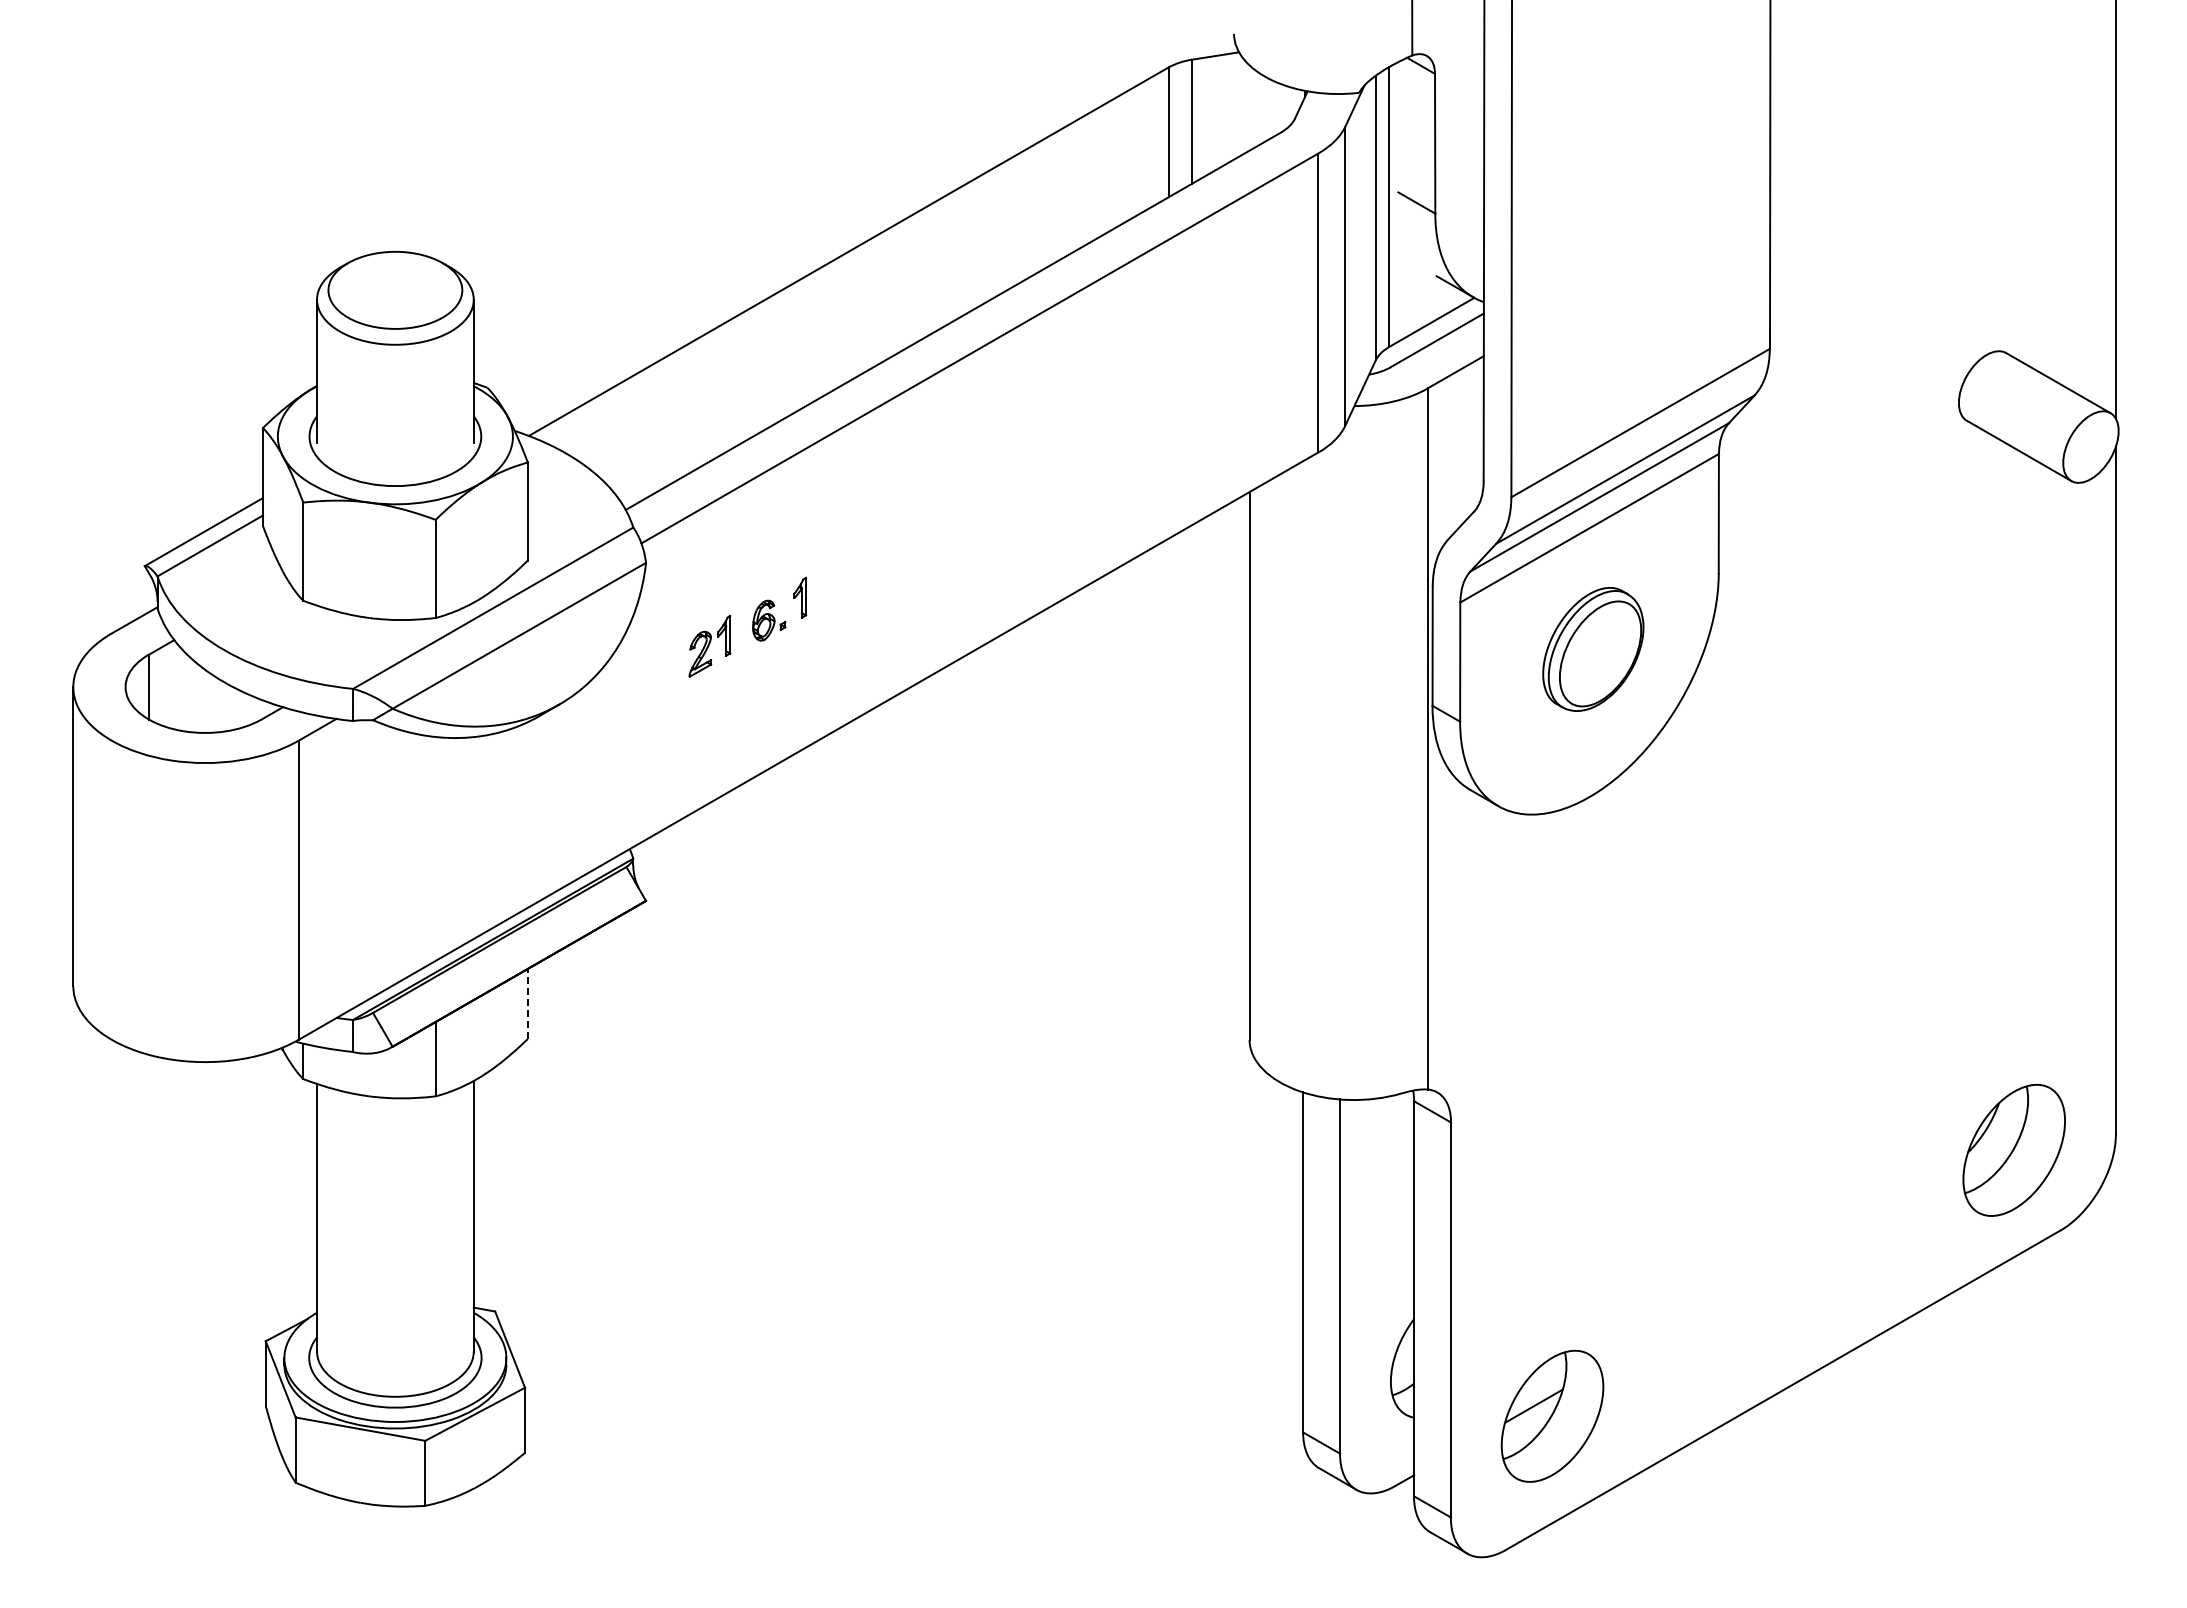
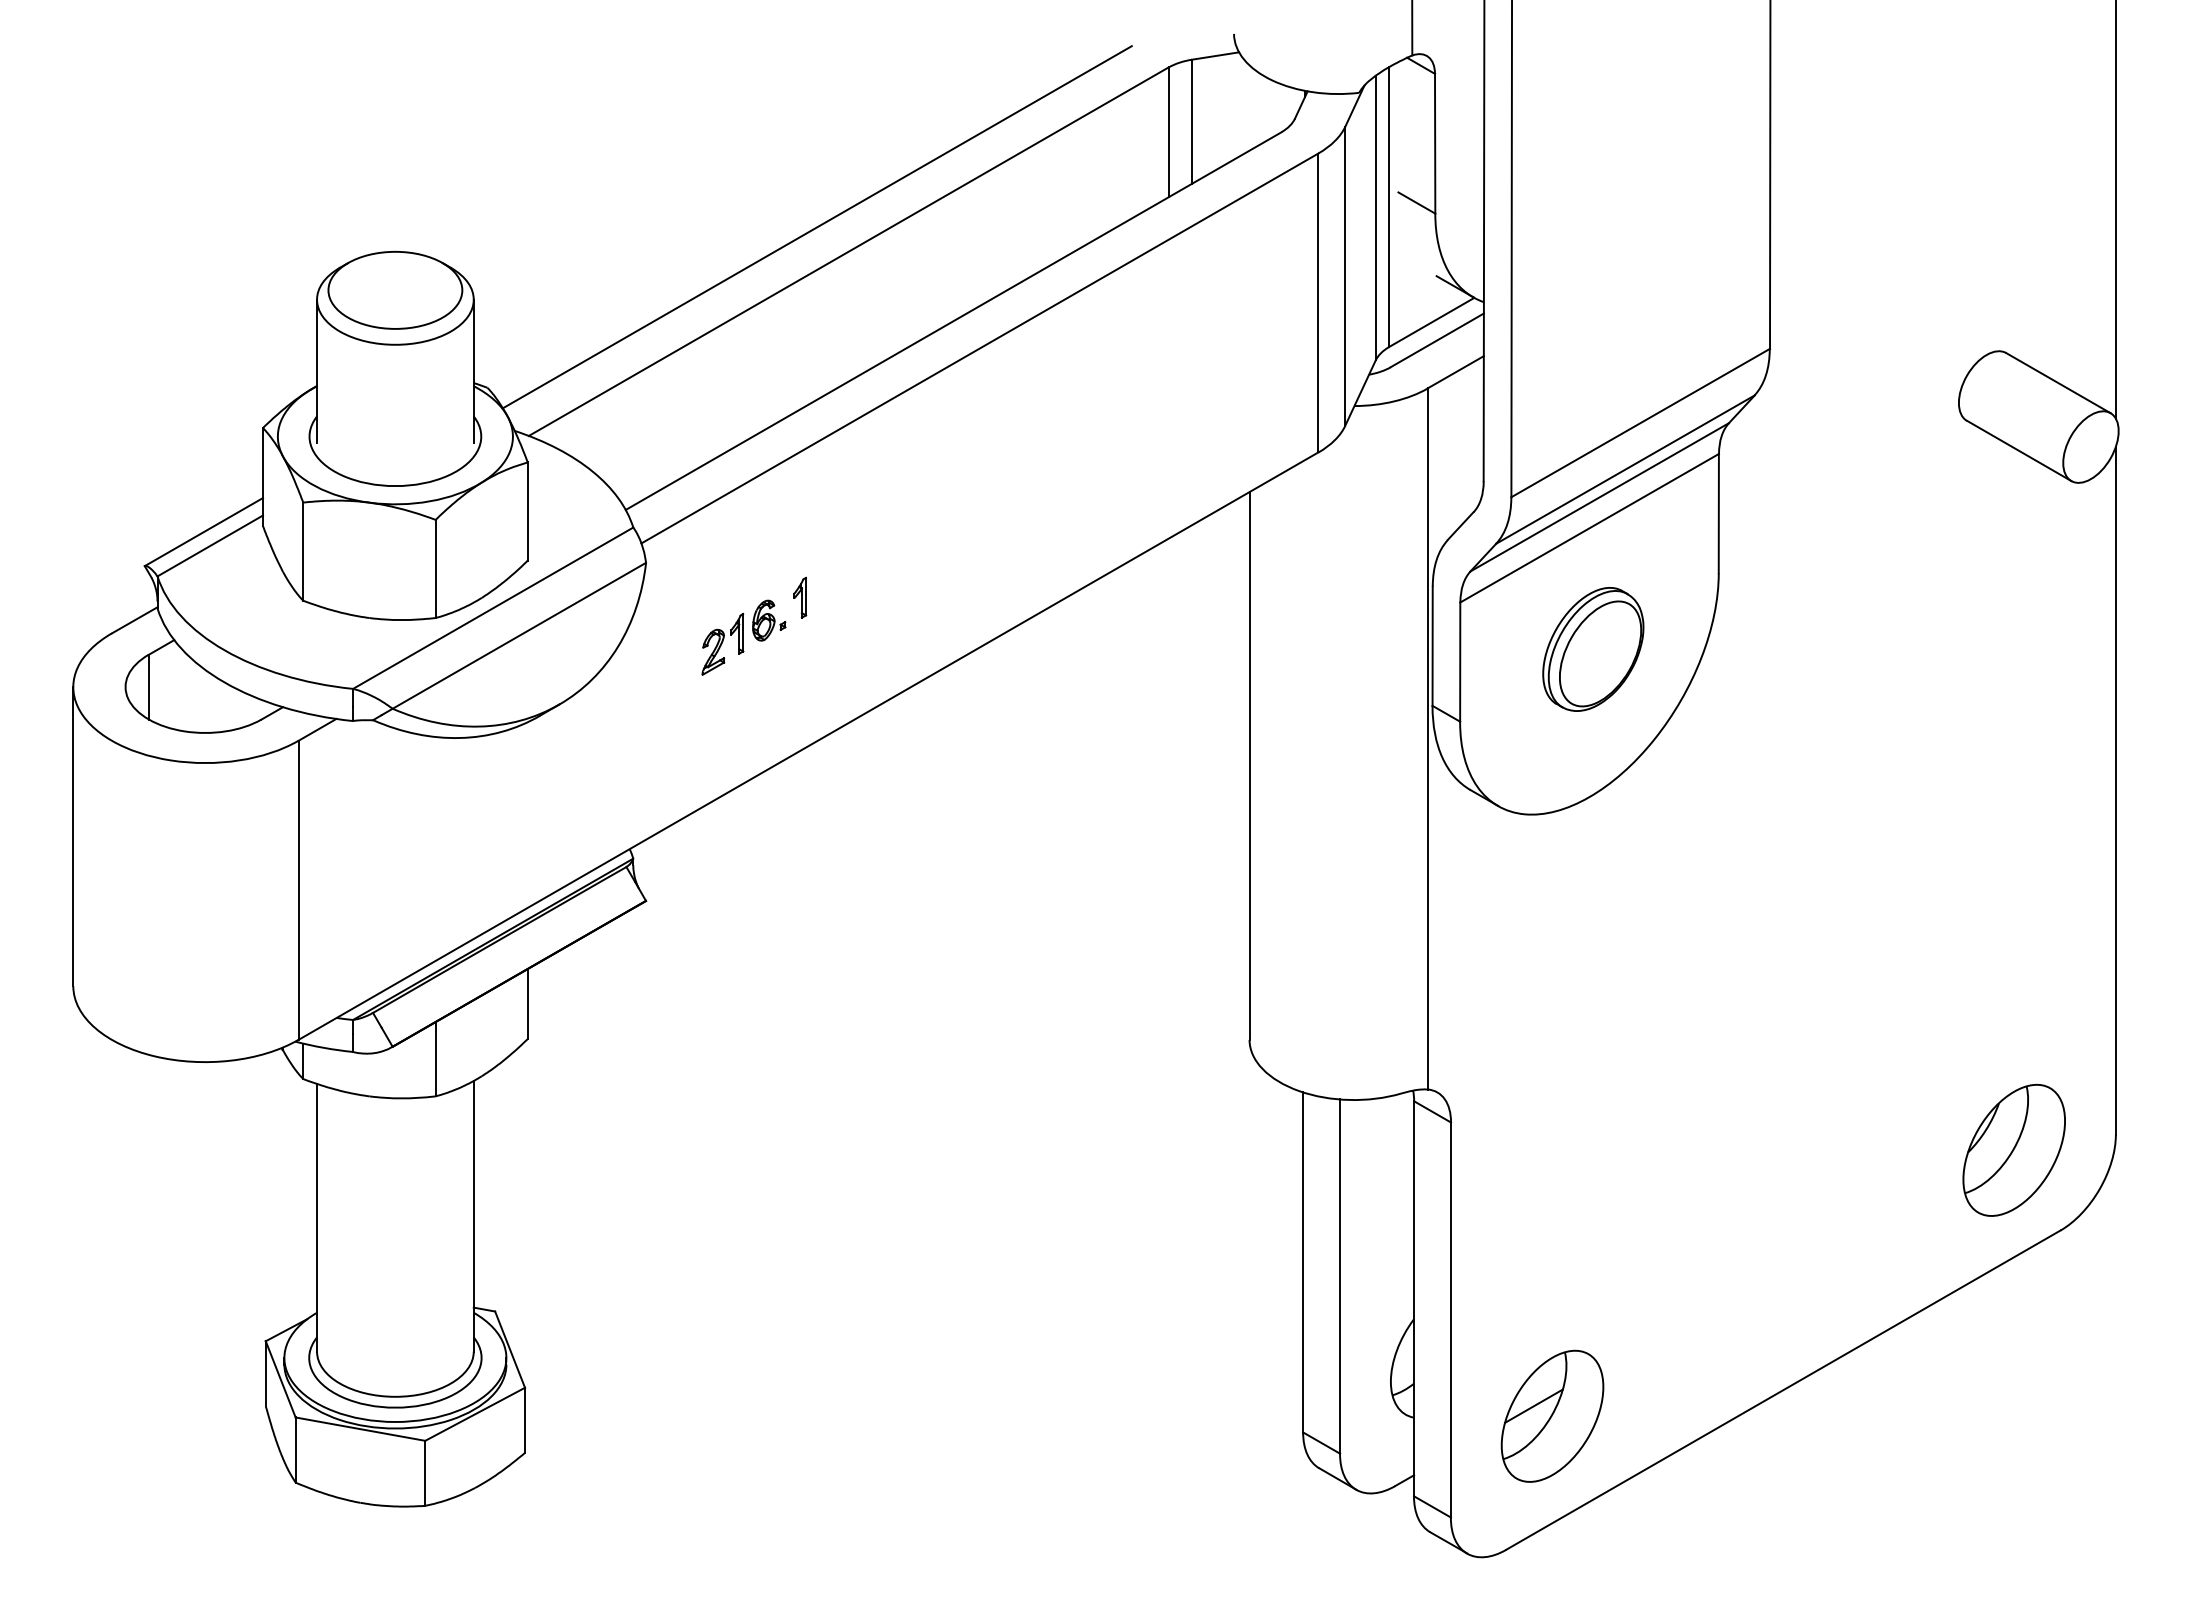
line at (816, 227): none -> present
part at (709, 645) position: (709, 645) -> (722, 643)
line at (527, 1003): dashed -> solid
